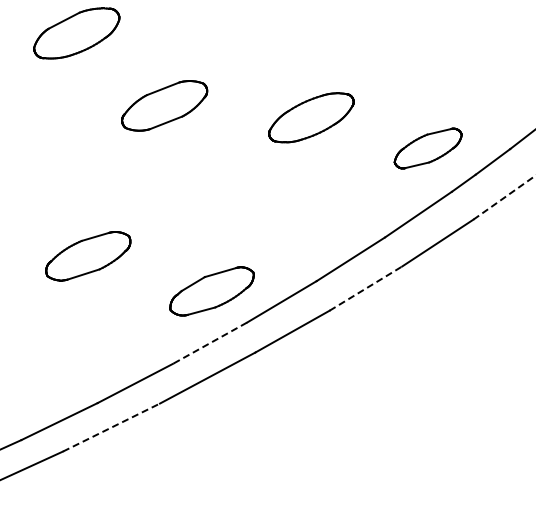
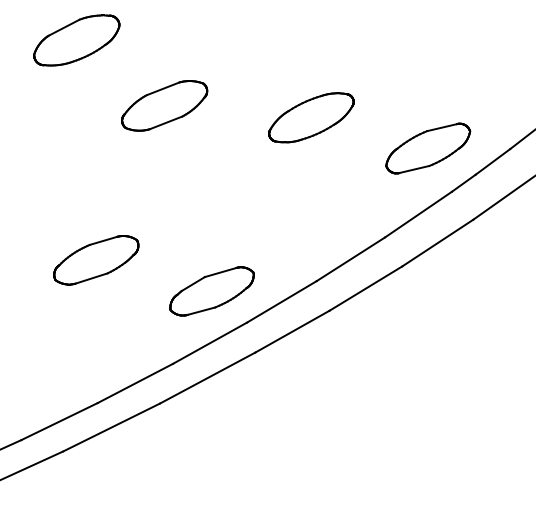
part at (76, 33) position: (76, 33) -> (76, 40)
part at (427, 148) size: 70x43 px -> 87x53 px
line at (504, 197): dashed -> solid
part at (88, 256) position: (88, 256) -> (96, 260)
line at (365, 288): dashed -> solid
line at (209, 343): dashed -> solid
line at (111, 427): dashed -> solid
